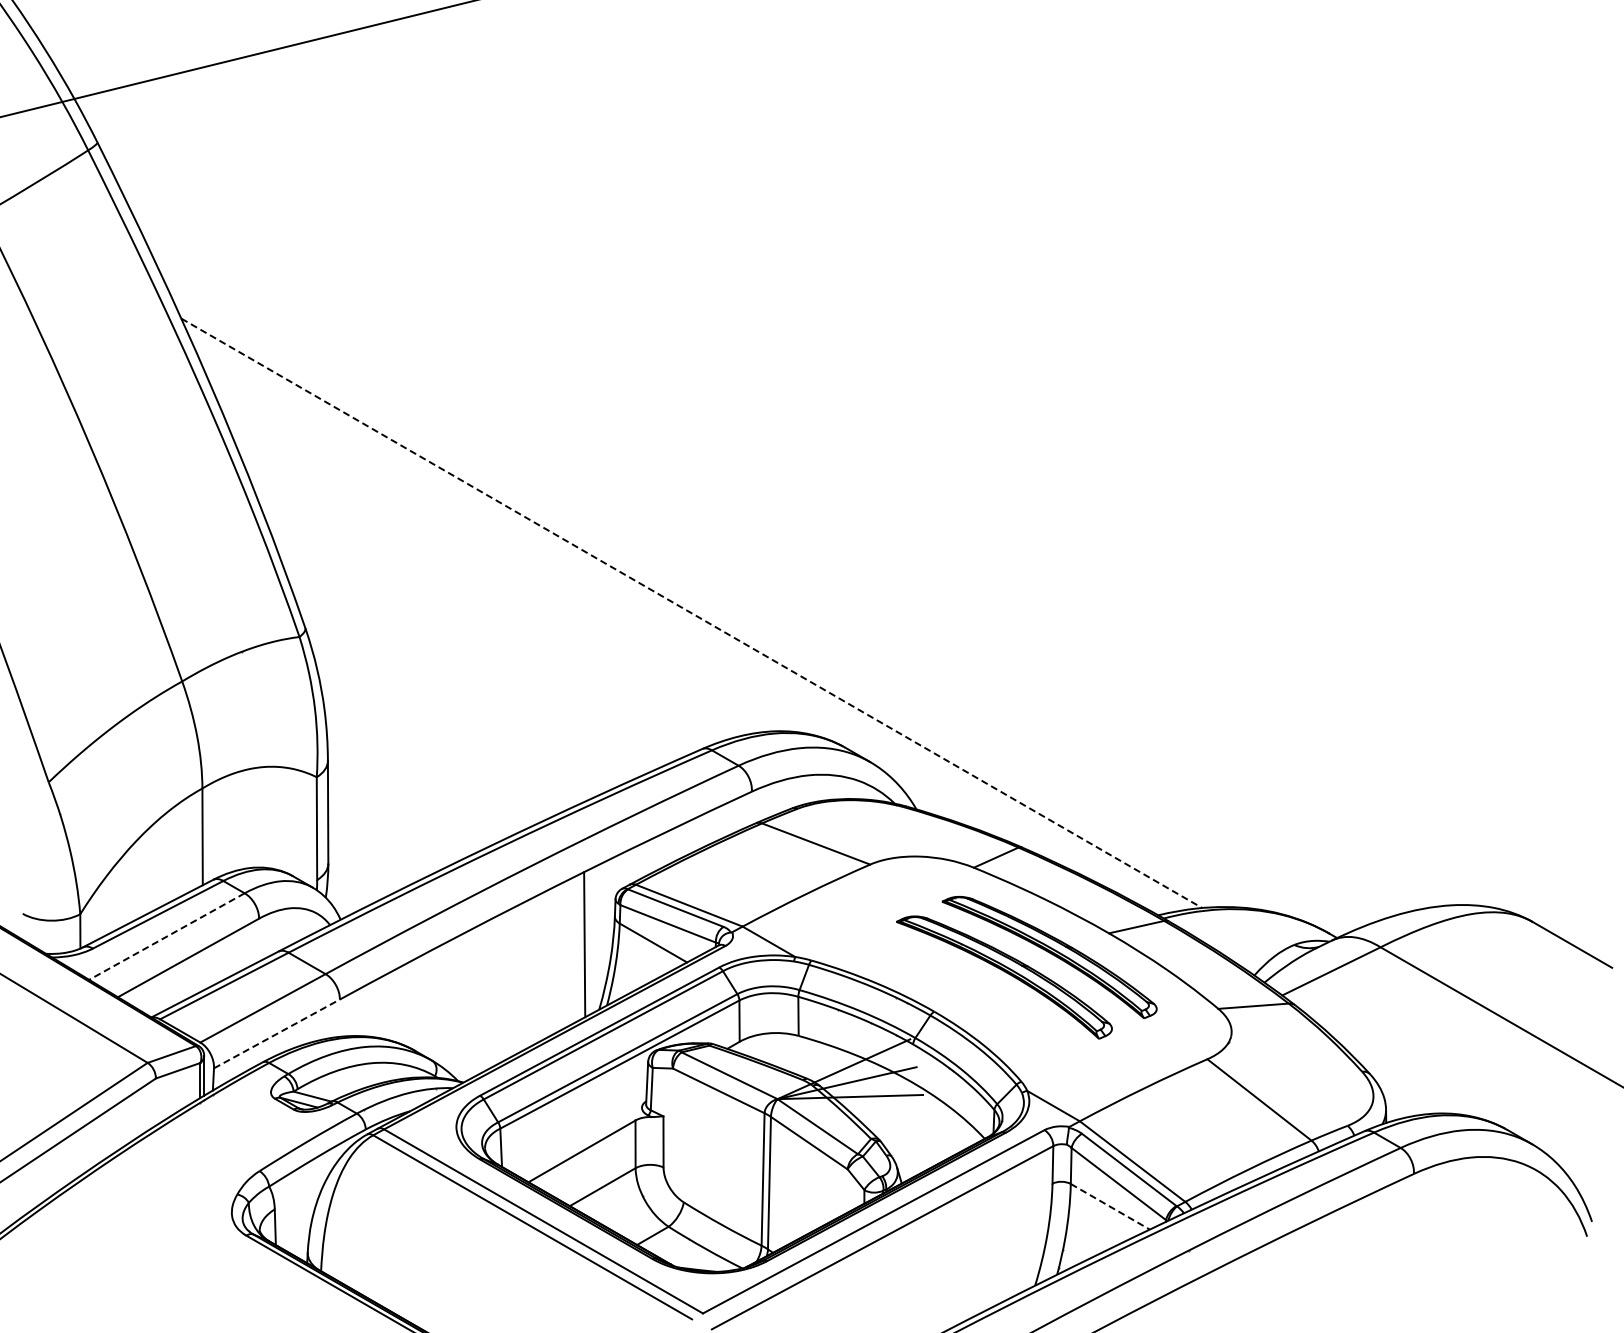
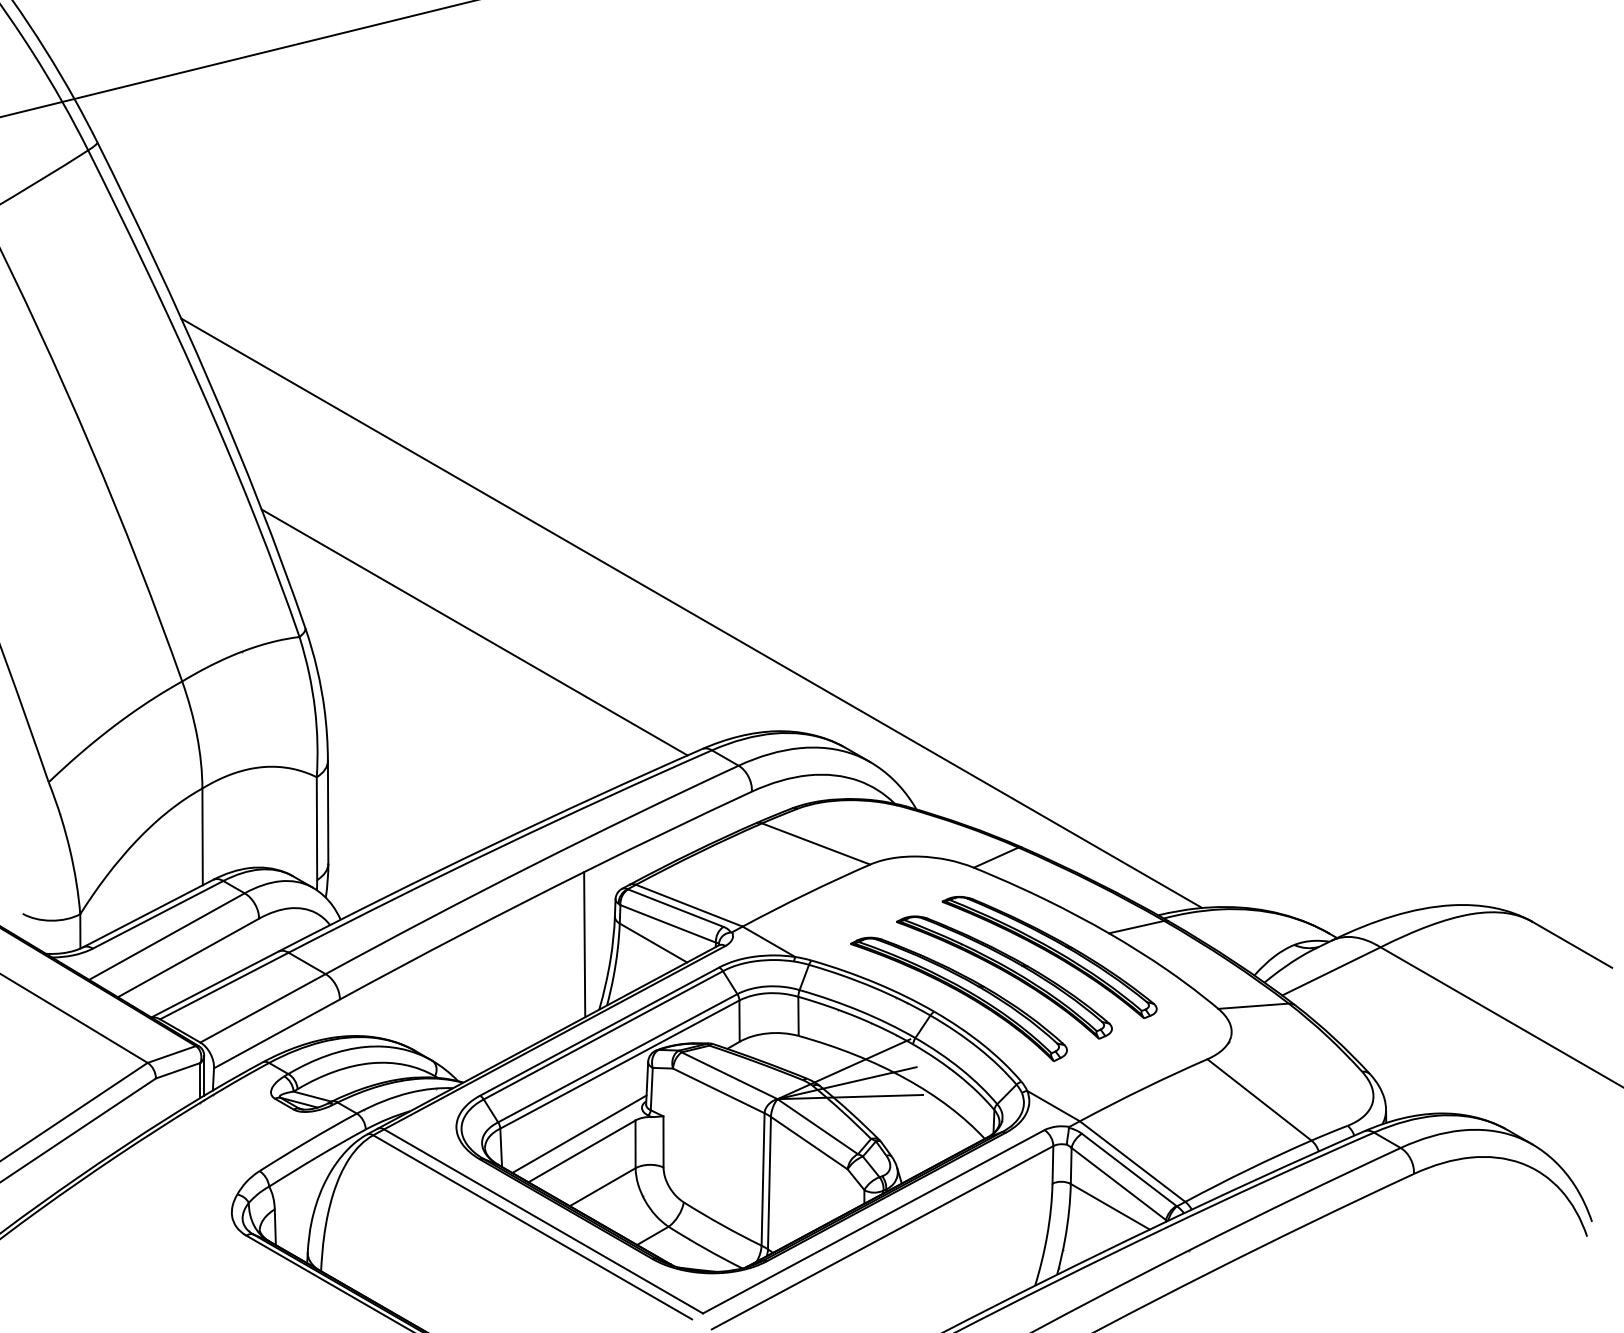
line at (692, 613): dashed -> solid
line at (474, 632): none -> present
line at (166, 936): dashed -> solid
part at (958, 998): none -> present
line at (276, 1033): dashed -> solid
line at (579, 1133): none -> present
line at (1110, 1206): dashed -> solid
